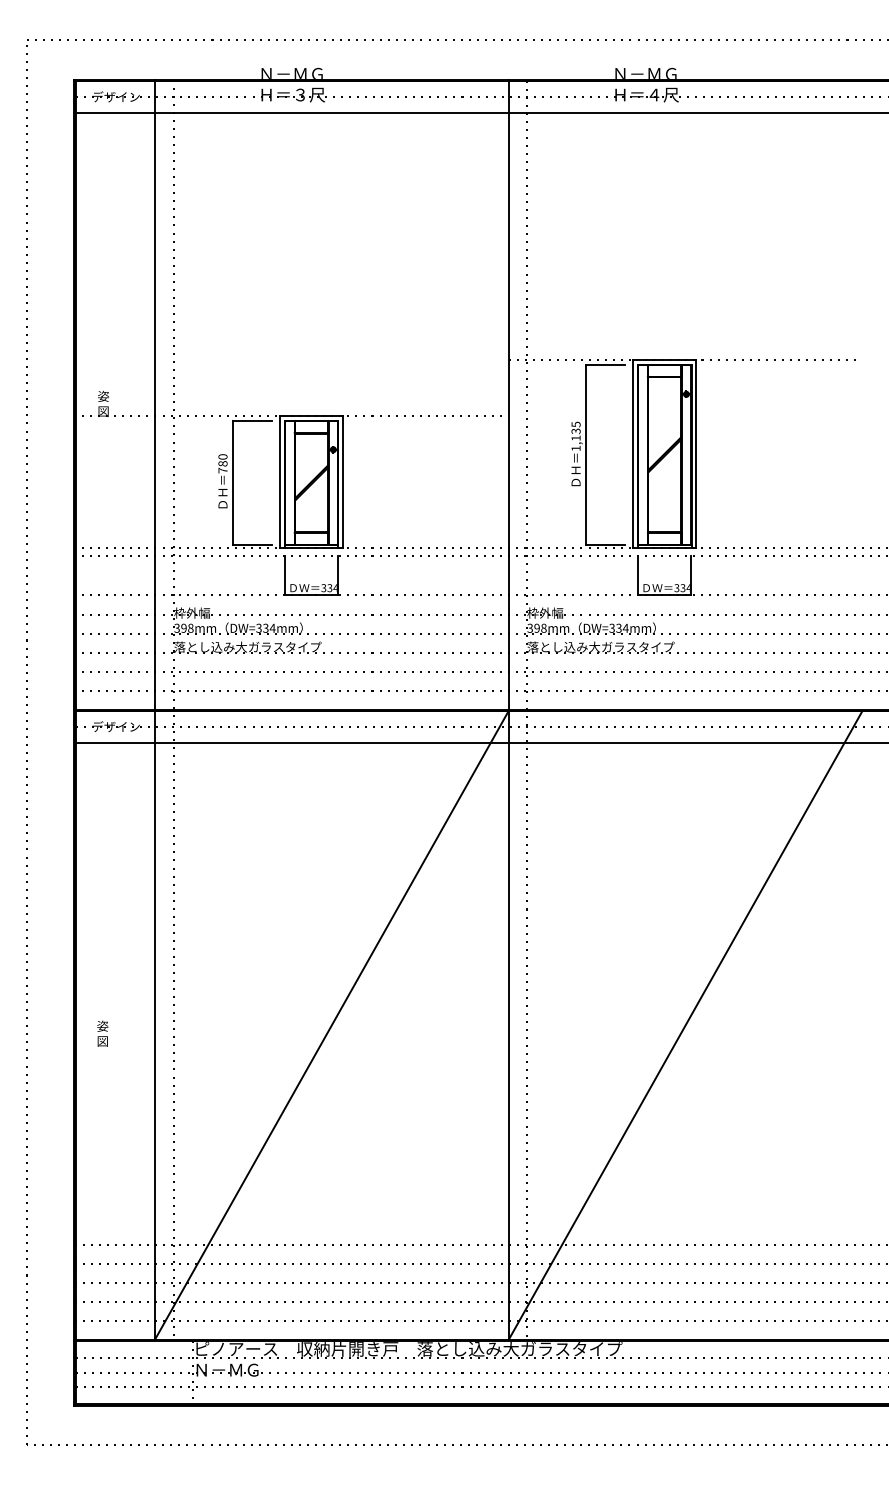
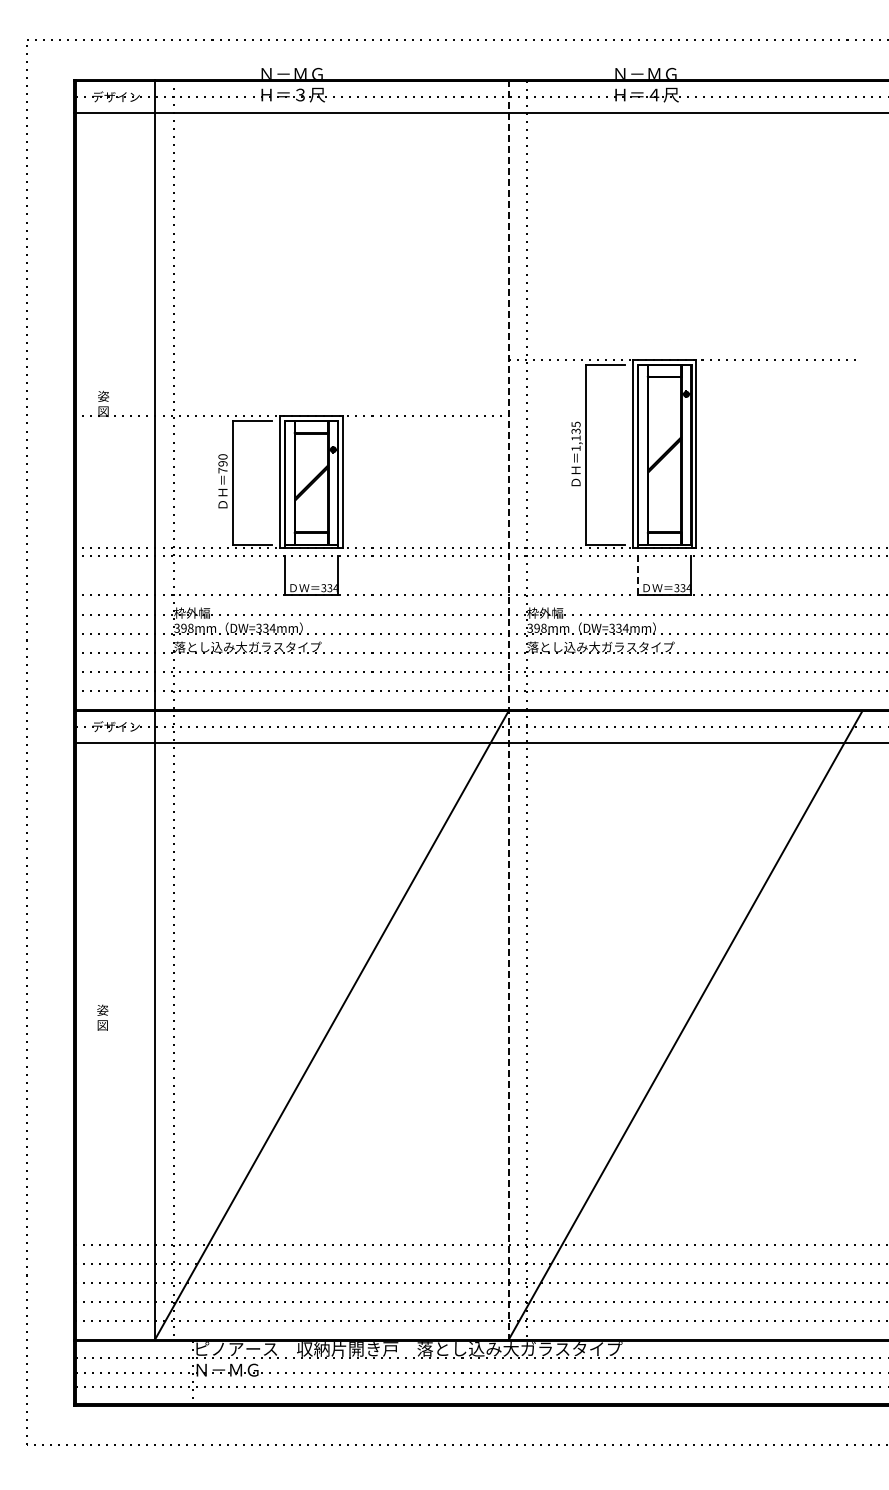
text at (222, 463): 780 -> 790
line at (638, 575): solid -> dashed
line at (508, 710): solid -> dashed
text at (102, 1033) position: (102, 1033) -> (102, 1017)
